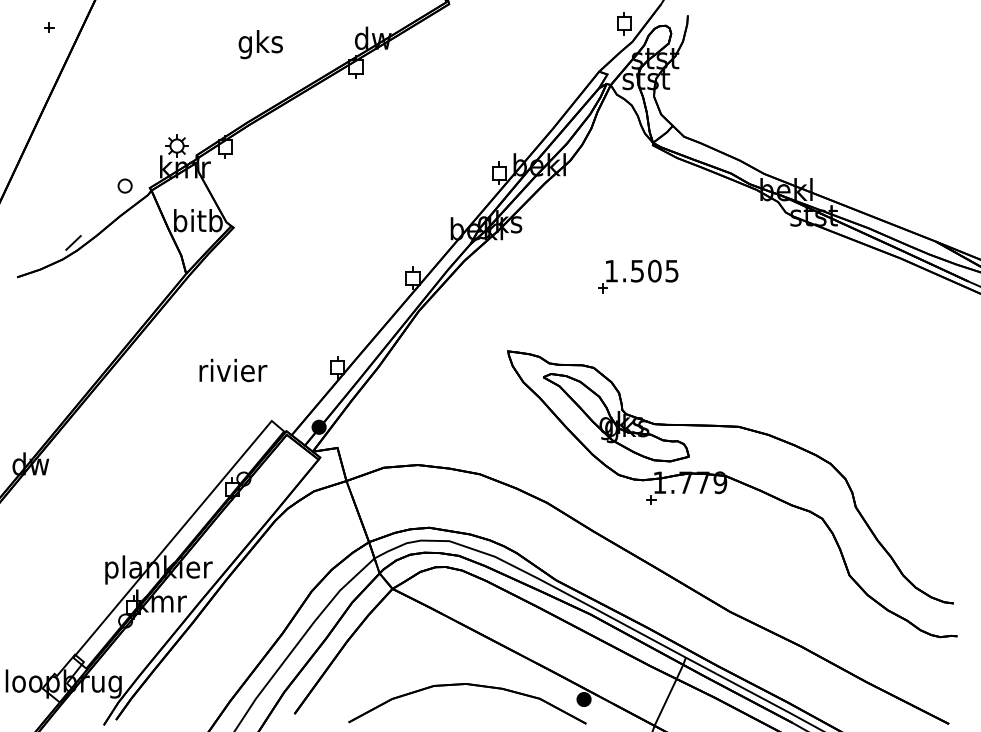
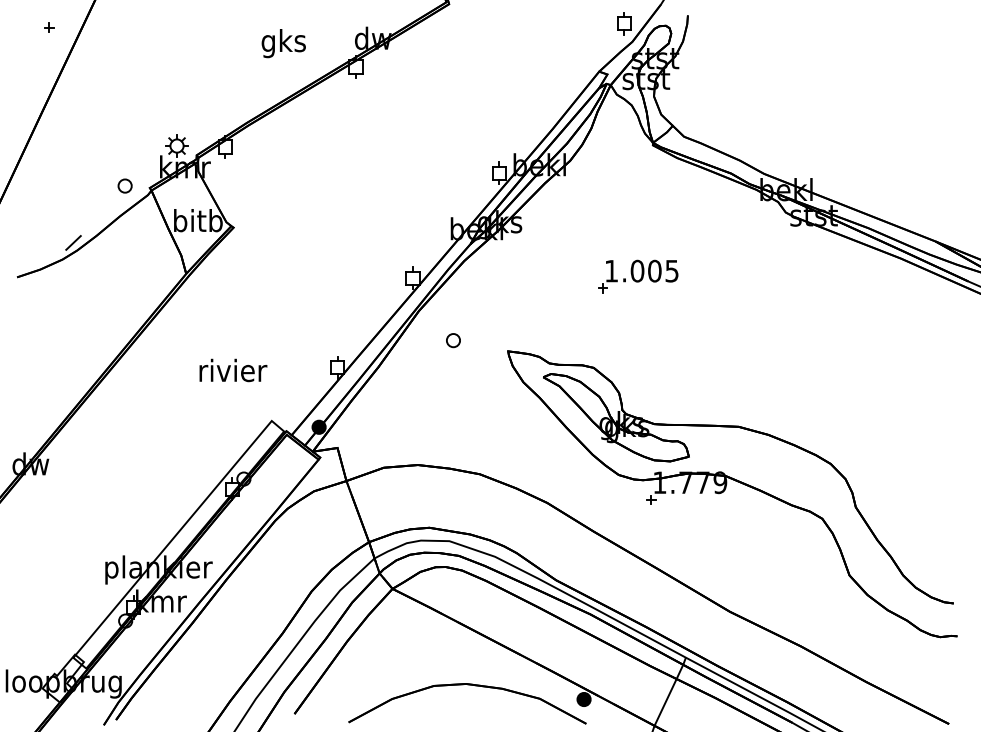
text at (260, 44) position: (260, 44) -> (283, 43)
text at (637, 270): 1.505 -> 1.005
part at (453, 340): none -> present
